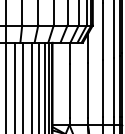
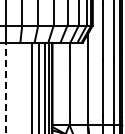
line at (14, 86): present -> none
line at (23, 86): present -> none
line at (6, 87): solid -> dashed
